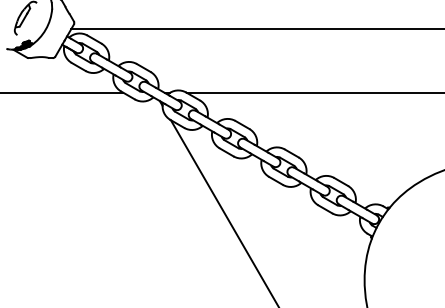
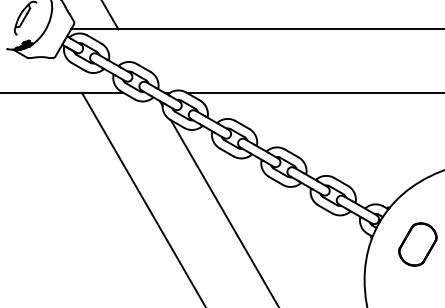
line at (110, 15): none -> present
line at (142, 198): none -> present
part at (417, 244): none -> present
